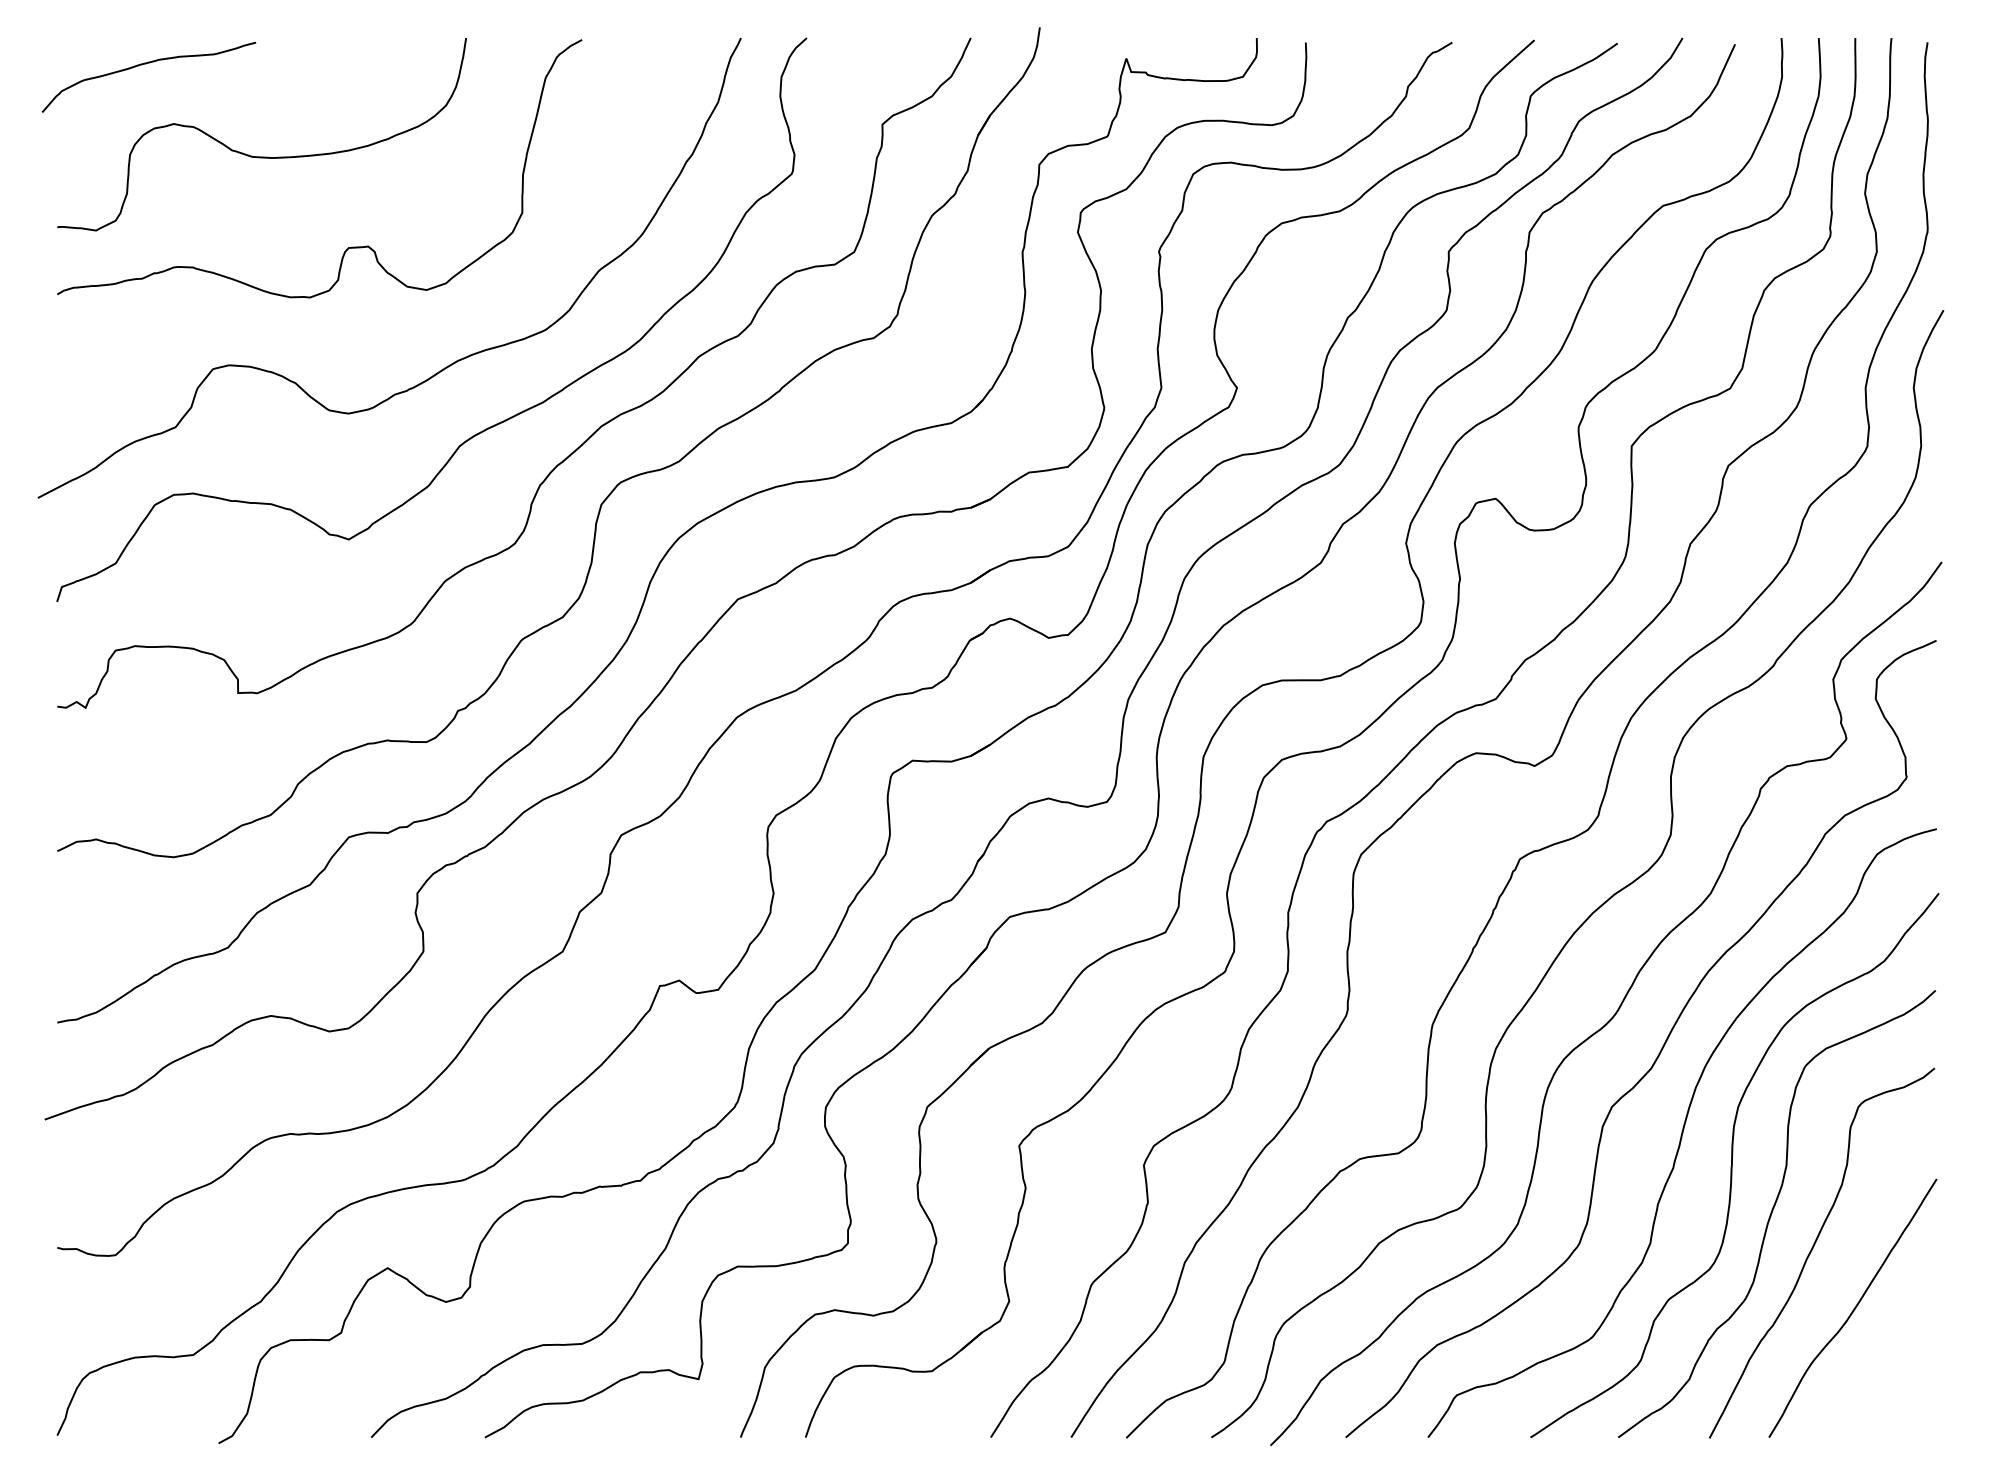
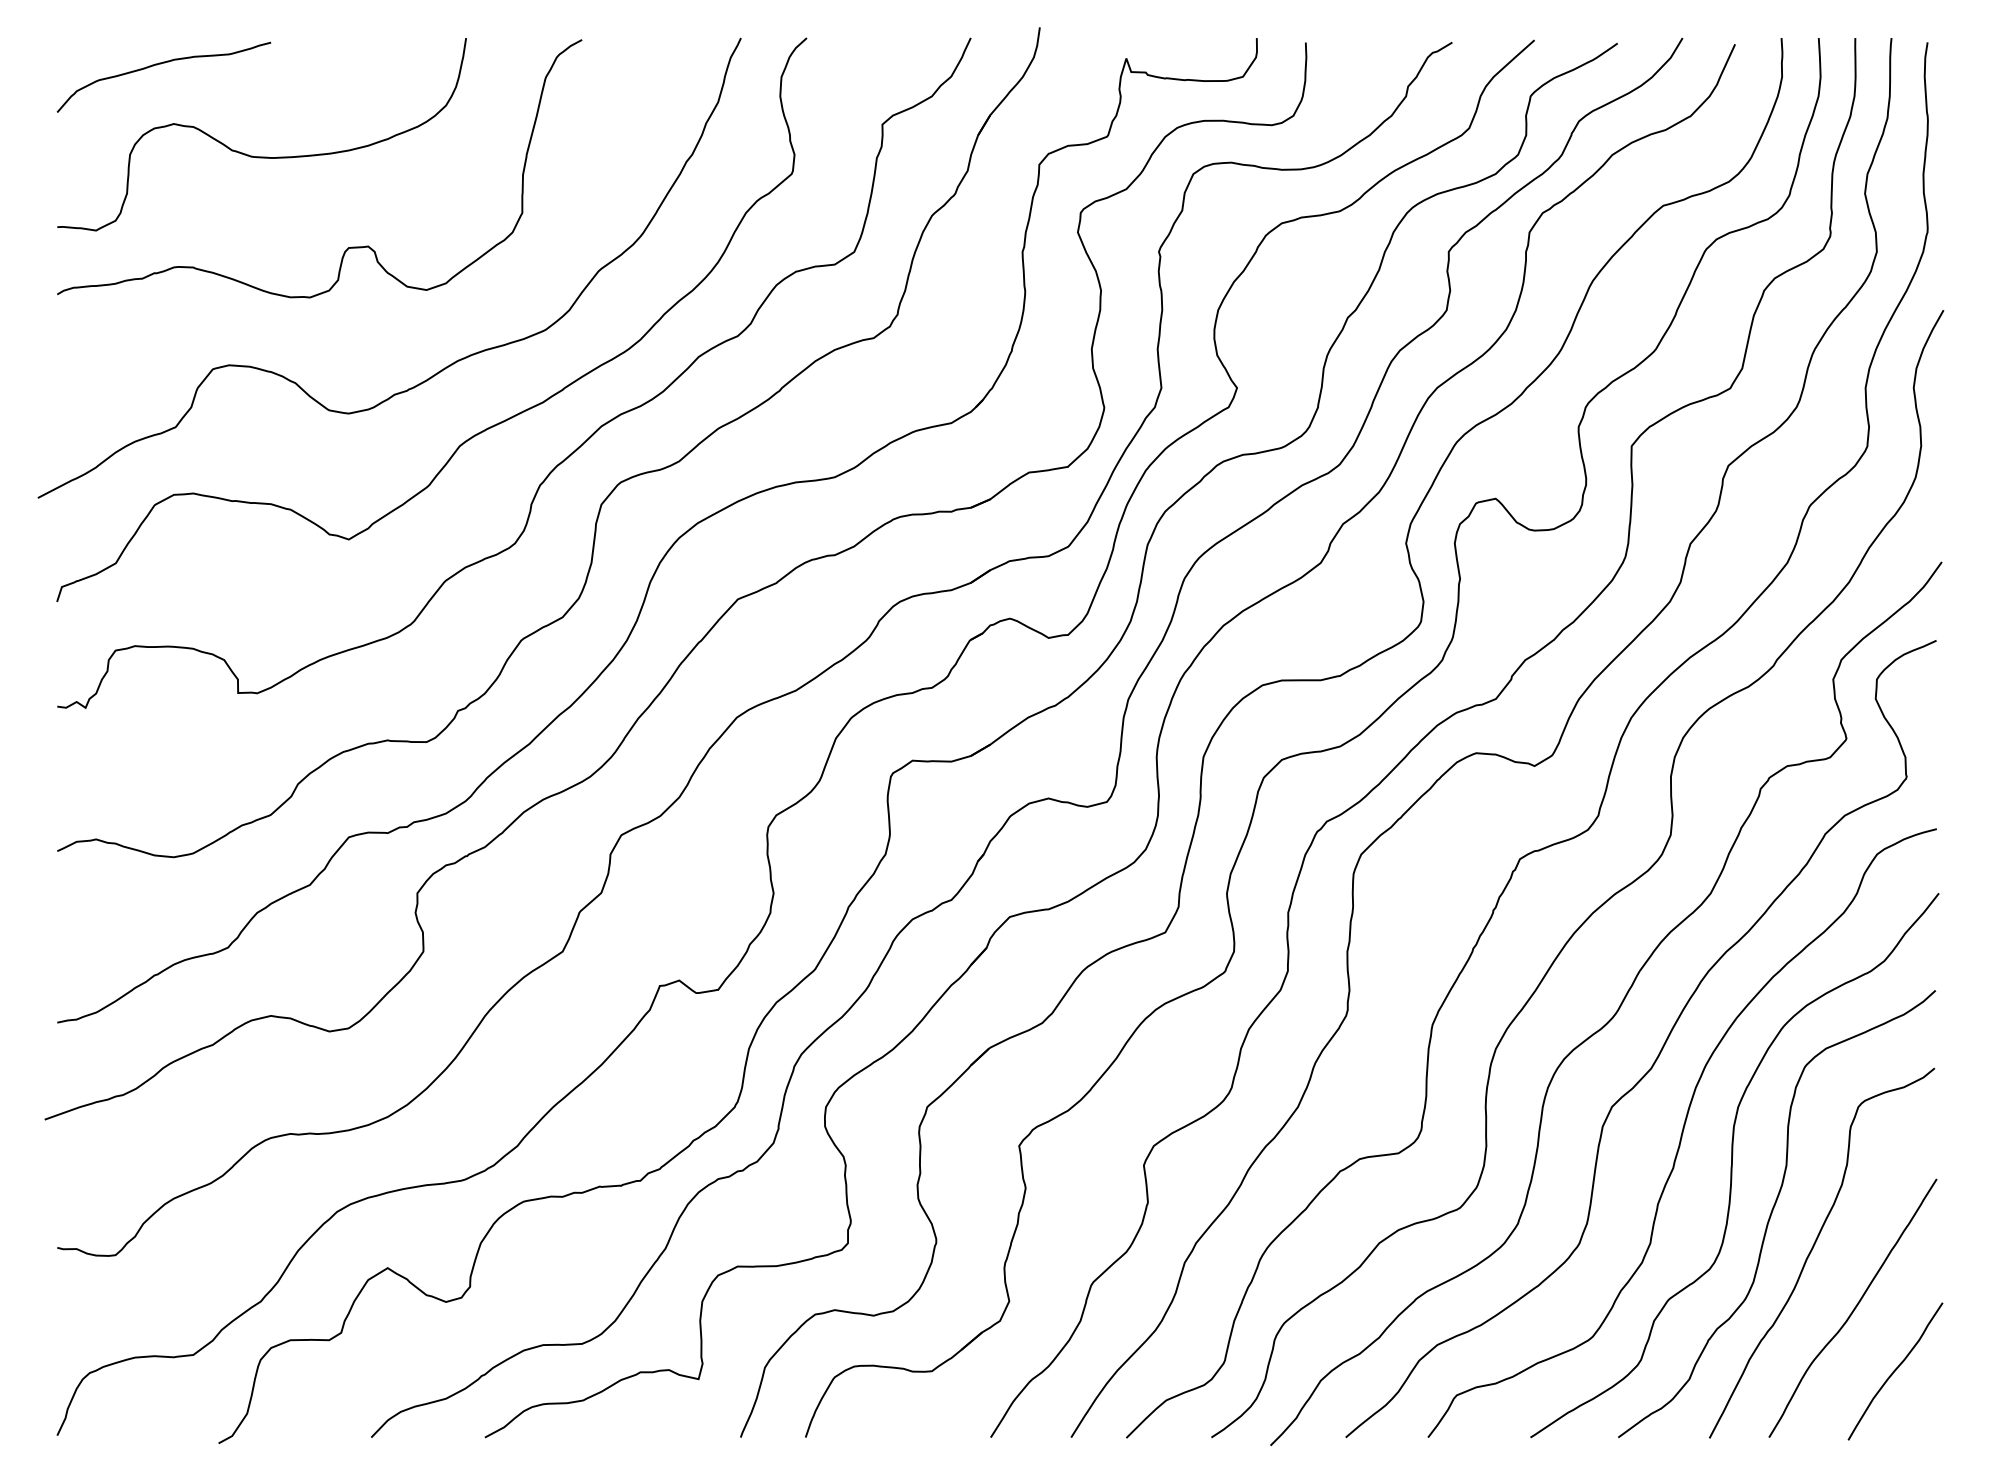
curve at (146, 64) position: (146, 64) -> (161, 64)
curve at (1895, 1371): none -> present
